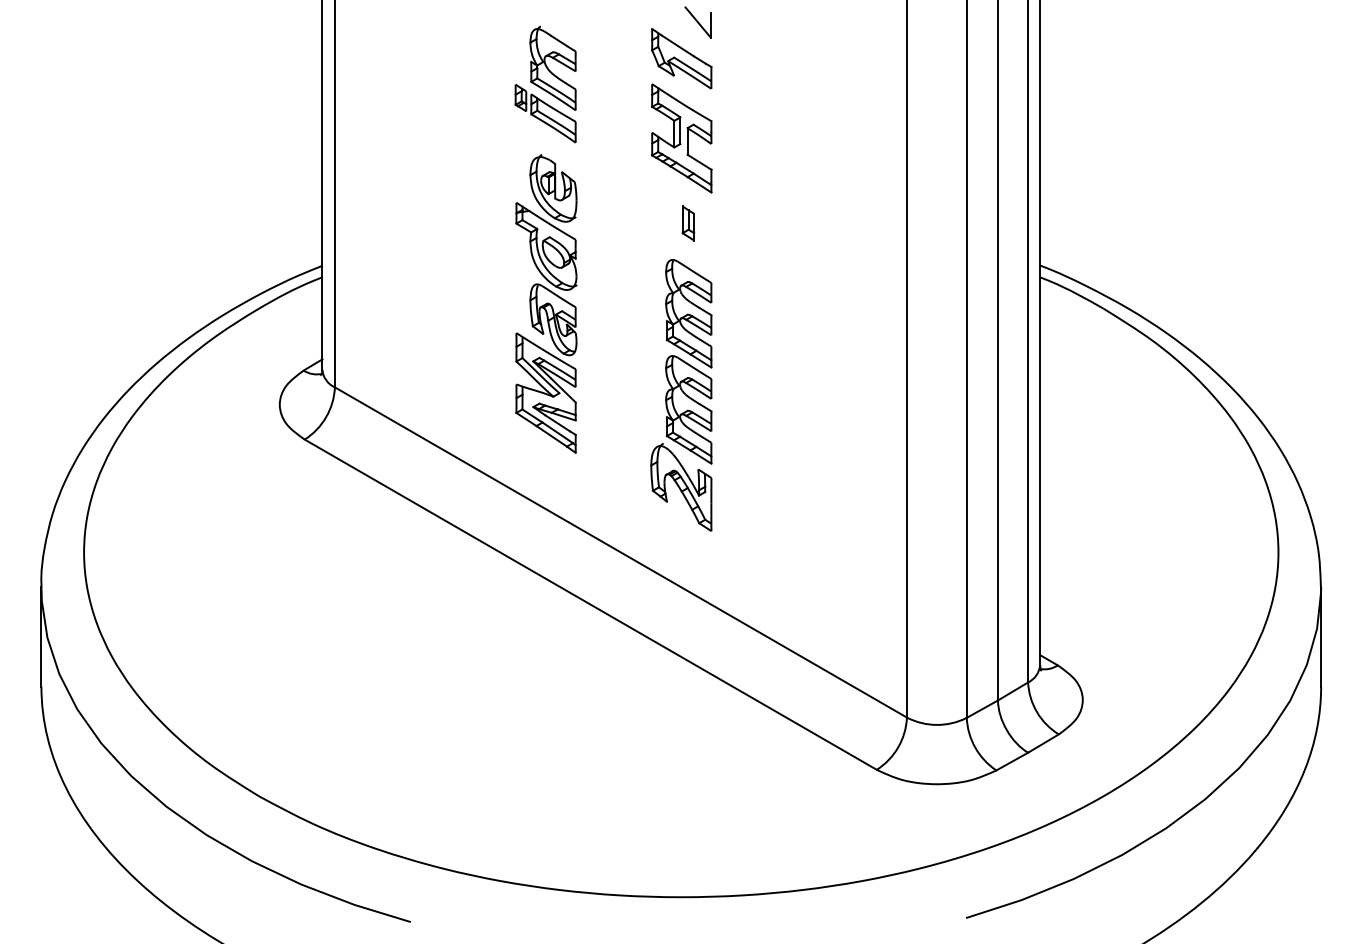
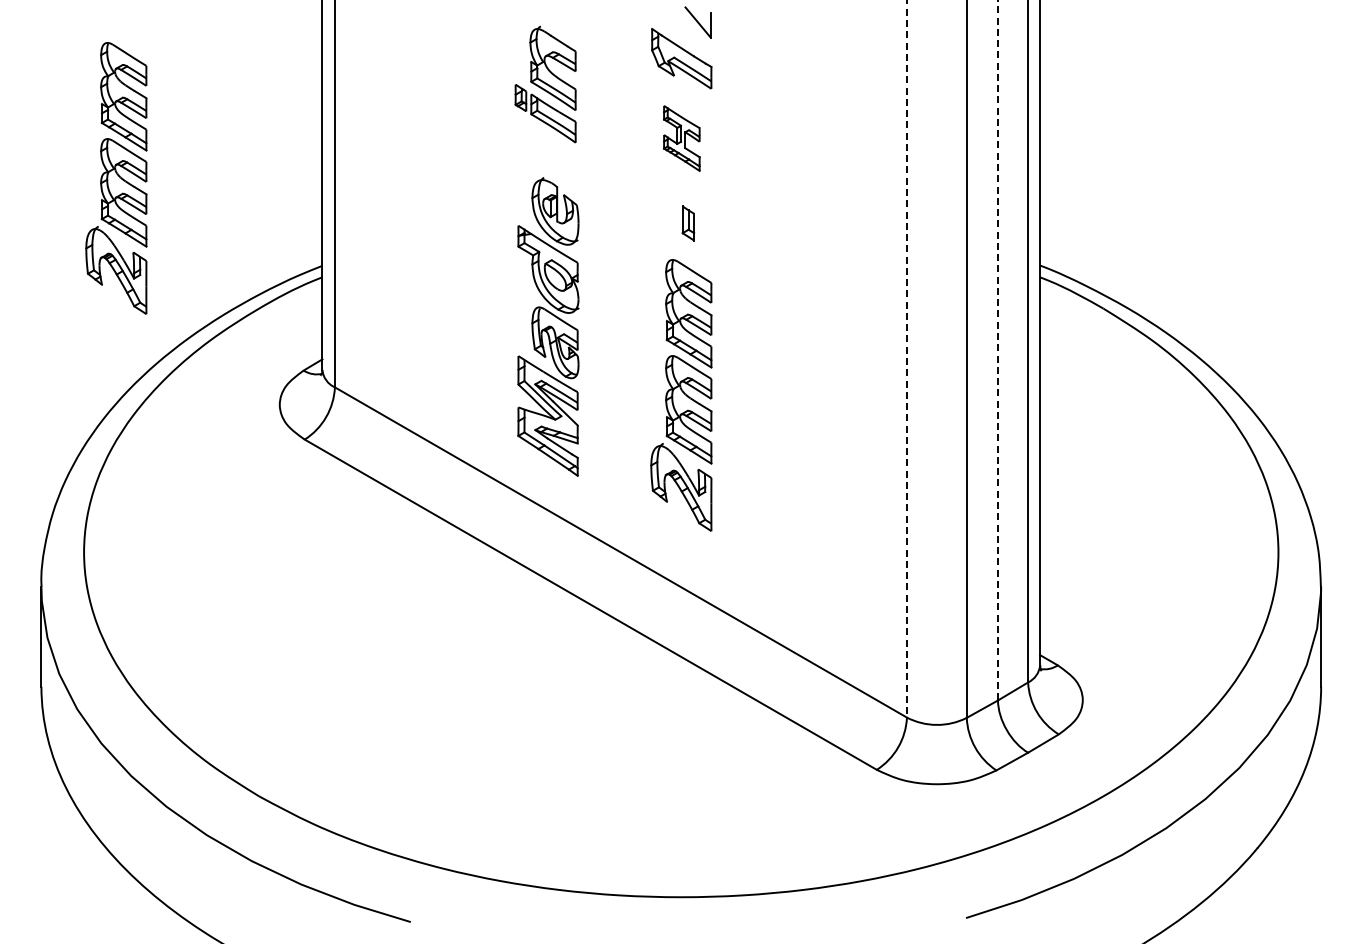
part at (681, 138) size: 62x111 px -> 38x67 px
part at (116, 178): none -> present
part at (546, 303) position: (546, 303) -> (548, 326)
line at (997, 350): solid -> dashed
line at (906, 358): solid -> dashed
